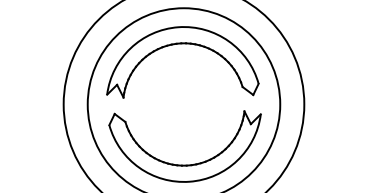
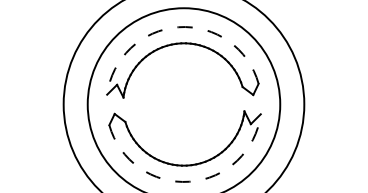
arc at (178, 27): solid -> dashed
arc at (189, 181): solid -> dashed
